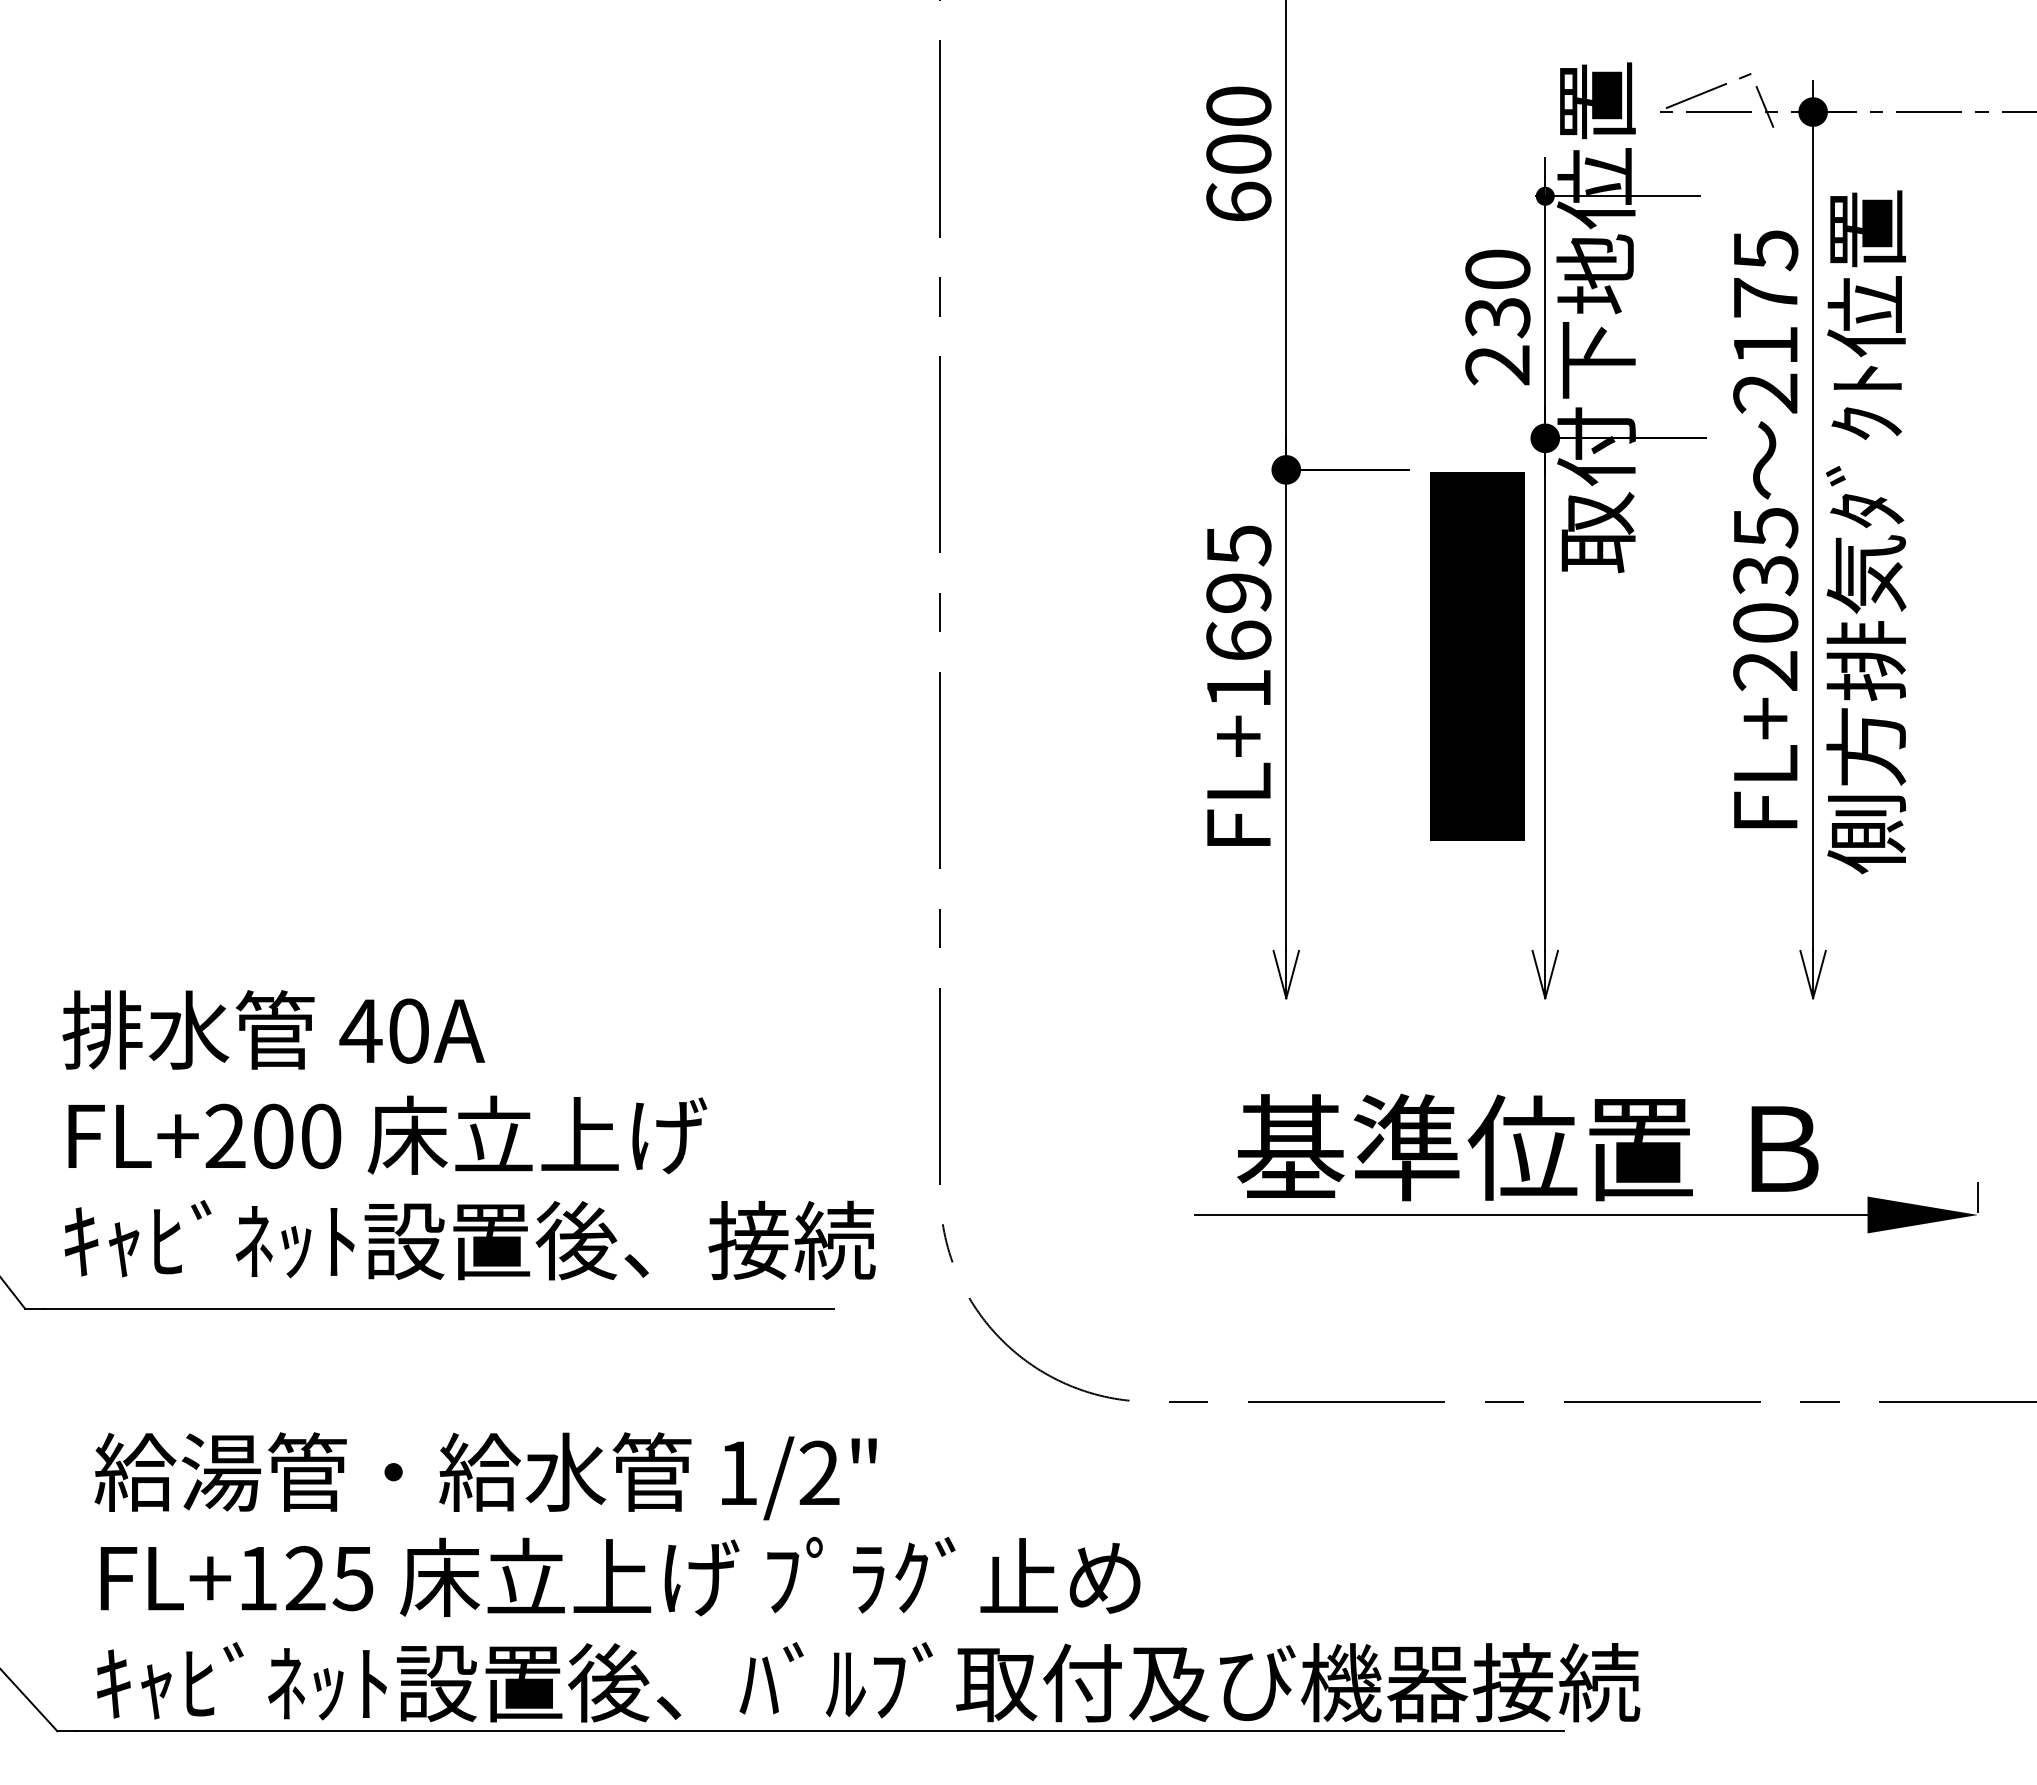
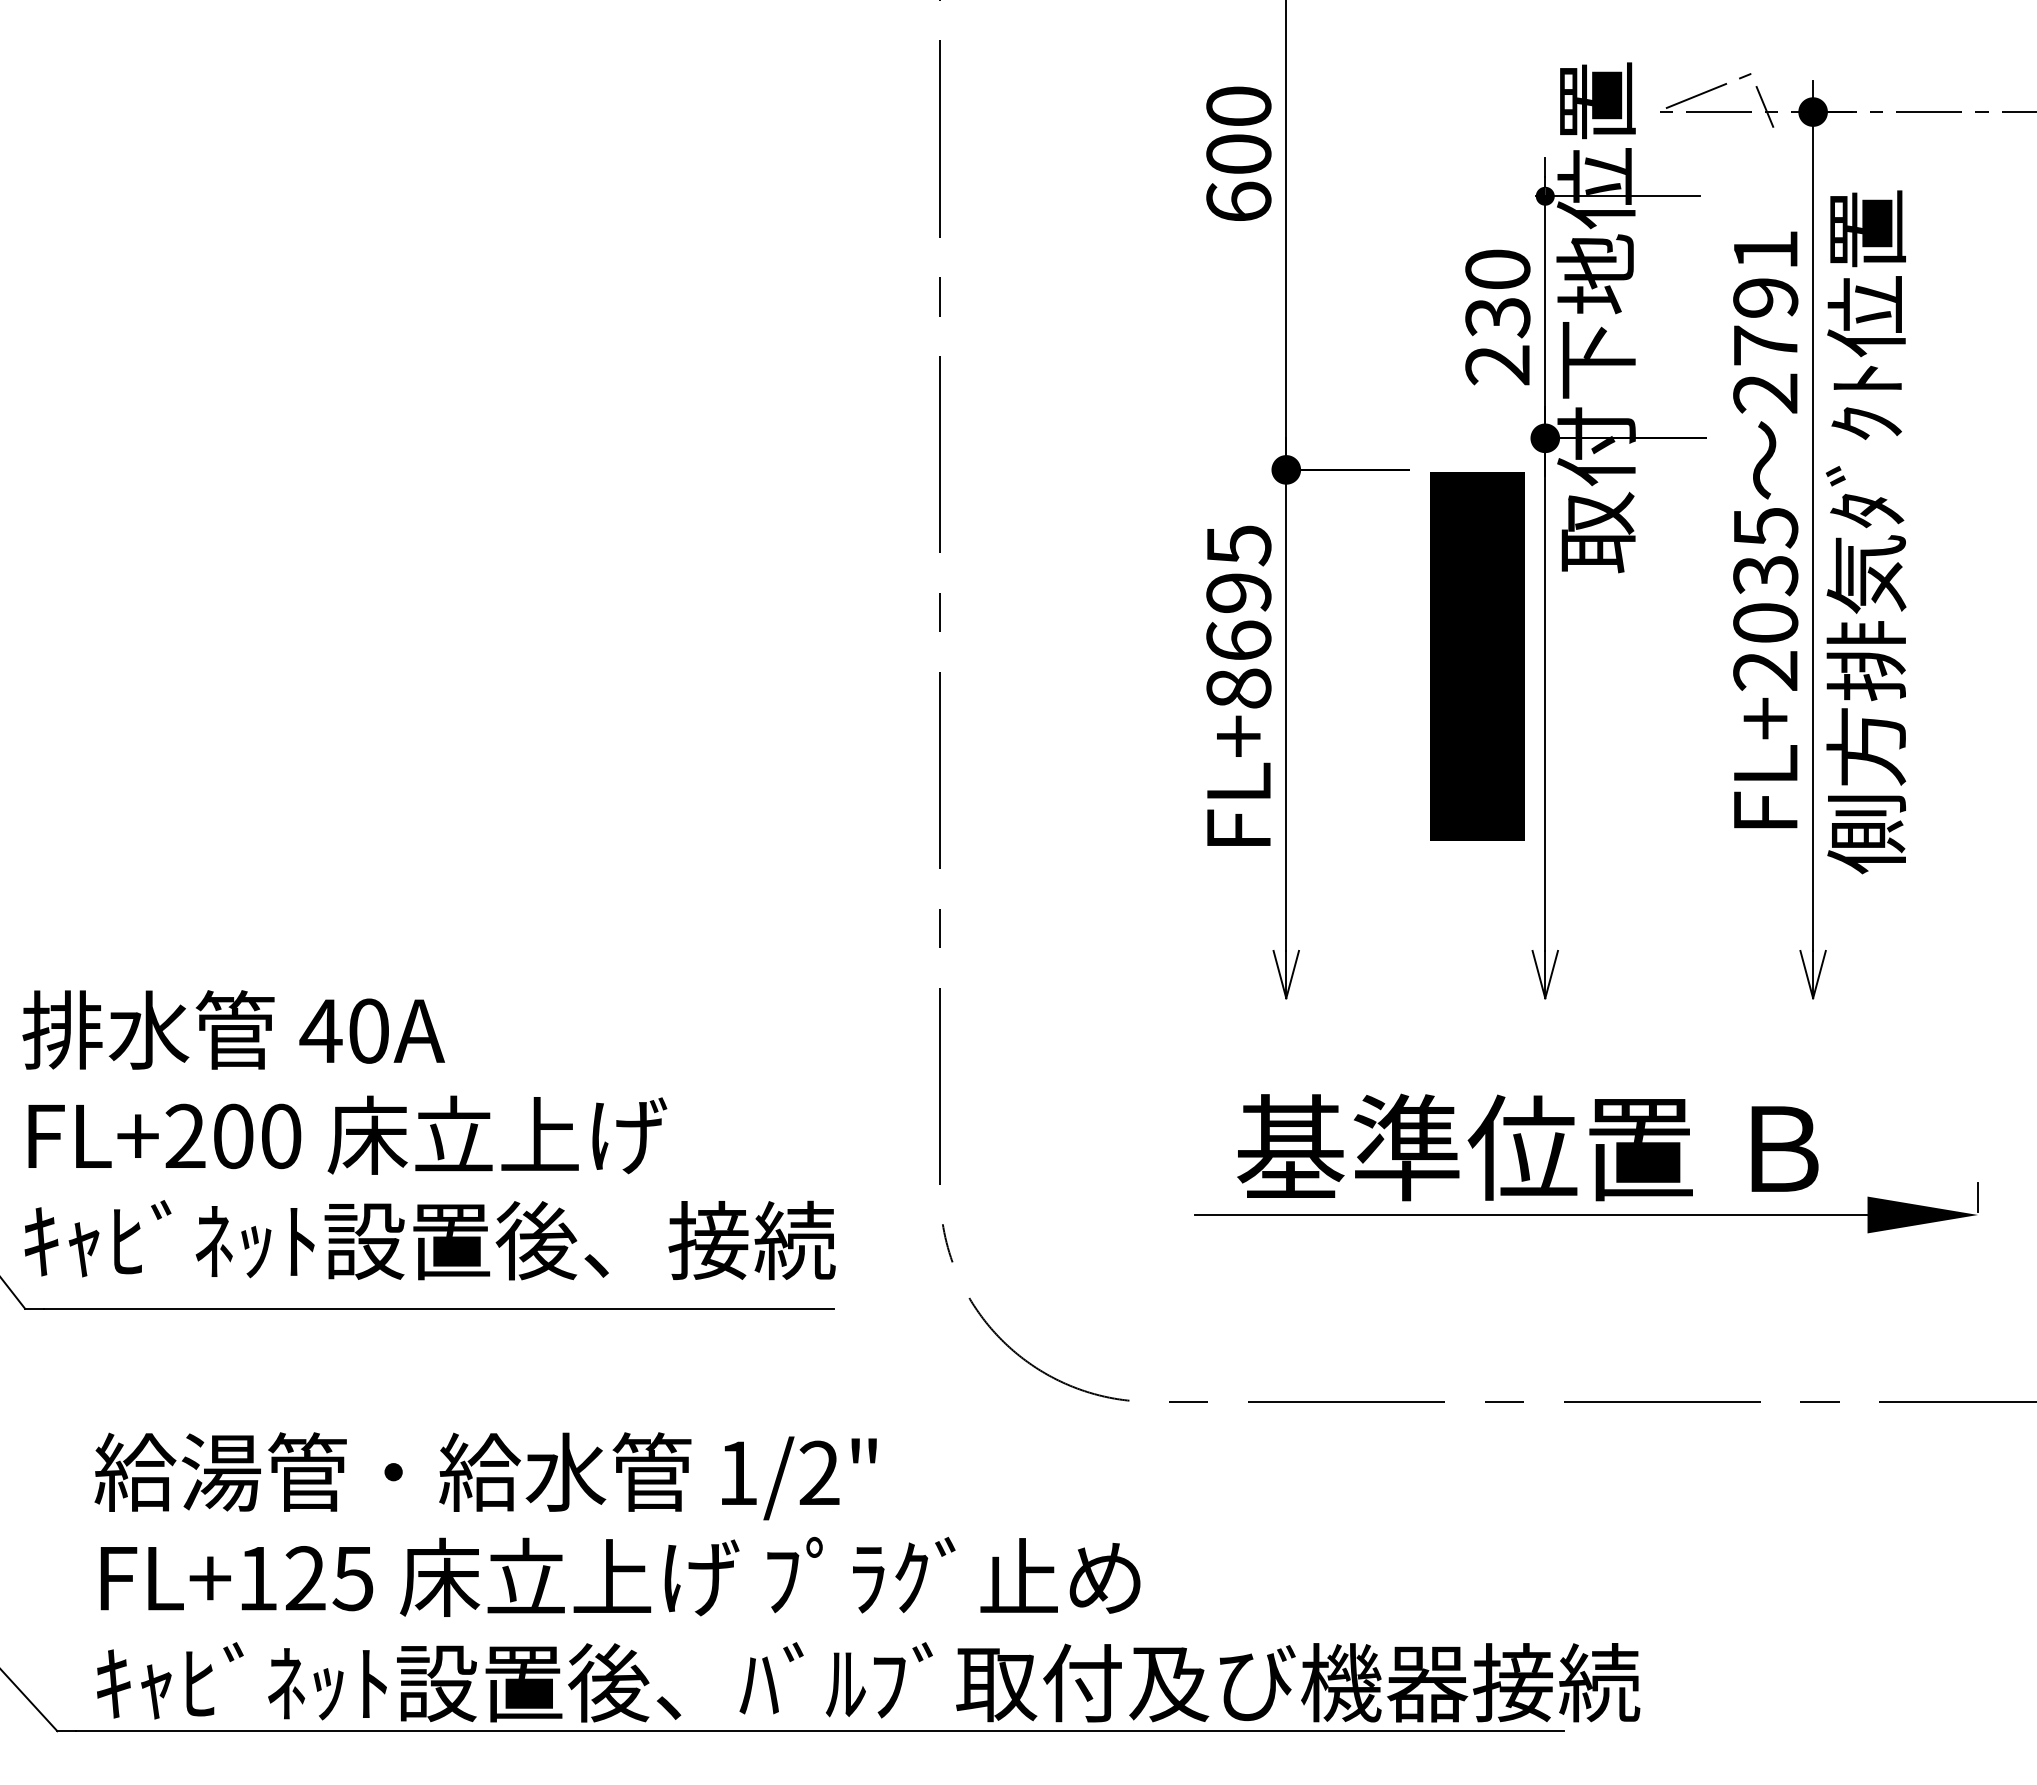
text at (1765, 297): 2175 -> 2791
text at (1238, 688): FL+1695 -> FL+8695
text at (468, 1135) position: (468, 1135) -> (428, 1135)
